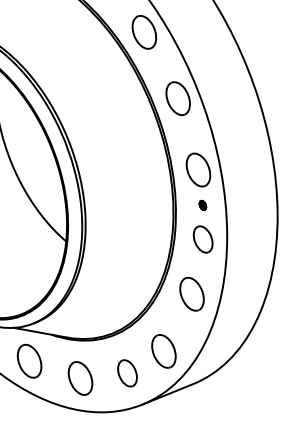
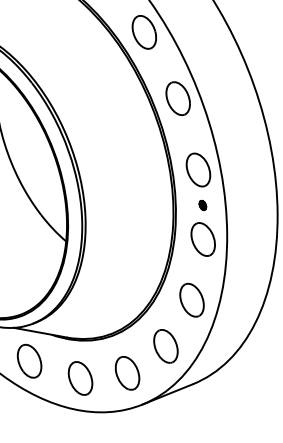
part at (202, 239) size: 22x29 px -> 26x35 px
part at (191, 293) position: (191, 293) -> (191, 299)
part at (163, 351) position: (163, 351) -> (165, 346)
part at (127, 373) size: 21x29 px -> 27x35 px
